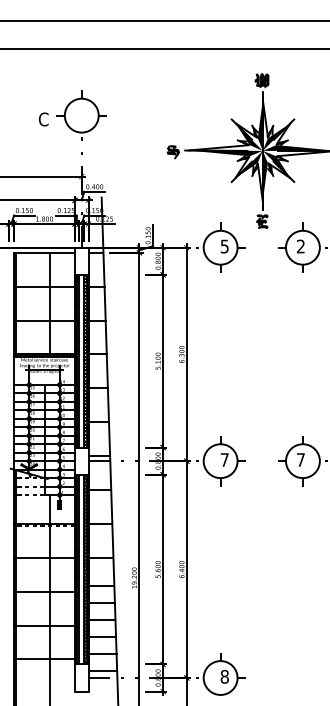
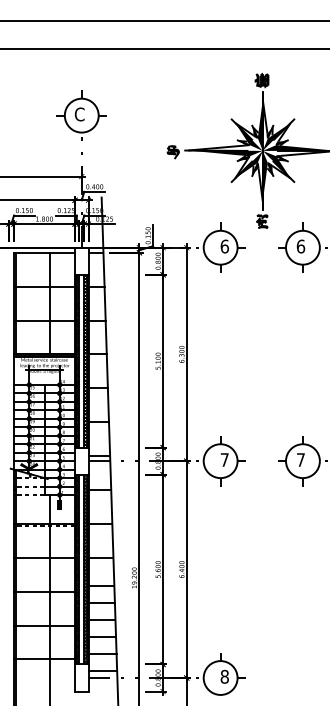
text at (43, 119) position: (43, 119) -> (79, 114)
text at (224, 246): 5 -> 6
text at (300, 246): 2 -> 6
